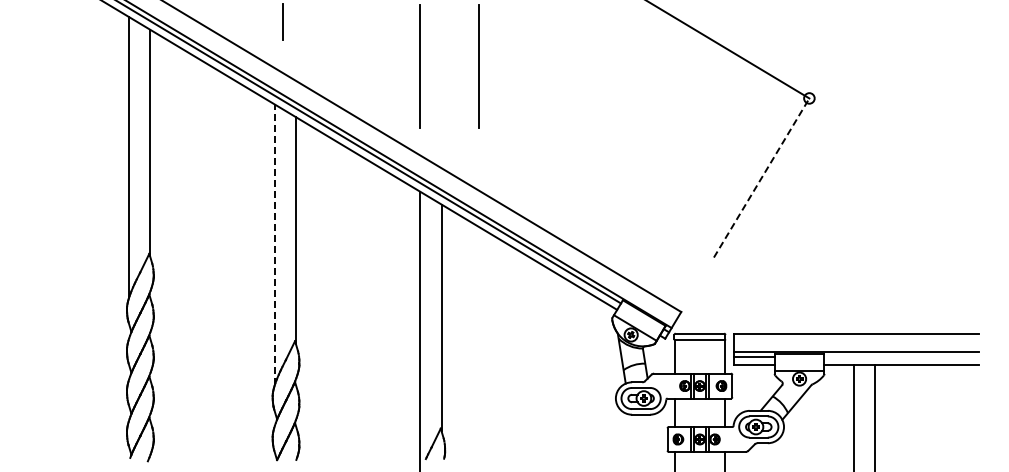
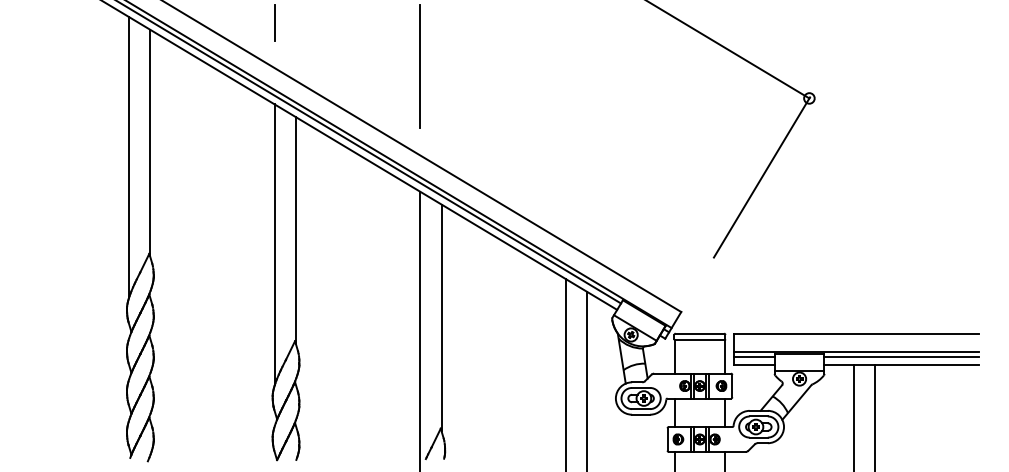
line at (282, 21) position: (282, 21) -> (274, 22)
line at (478, 66): present -> none
line at (762, 177): dashed -> solid
line at (274, 244): dashed -> solid
line at (901, 357): none -> present
line at (566, 373): none -> present
line at (587, 379): none -> present
